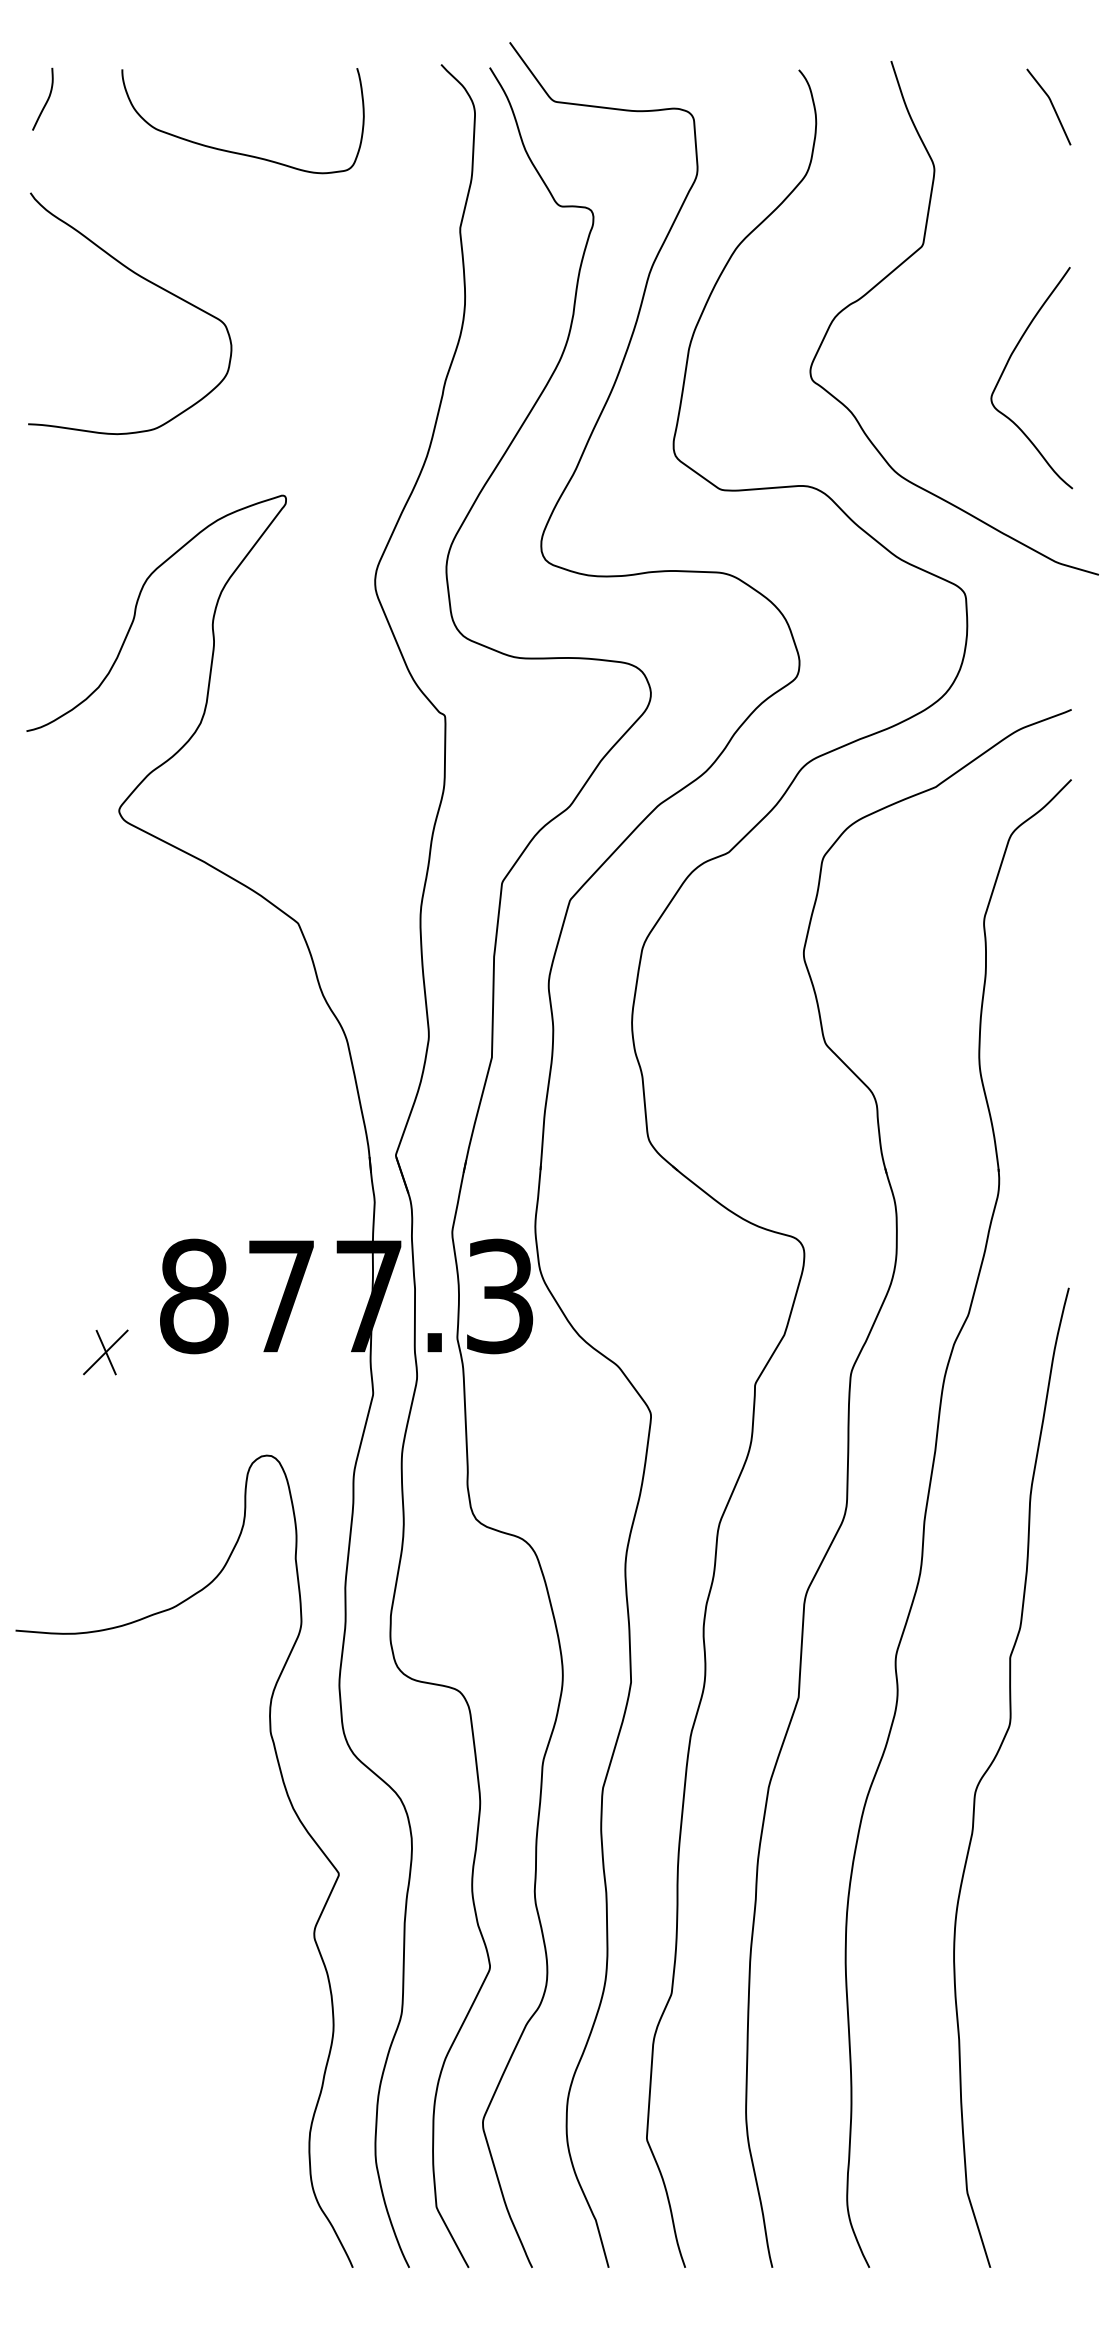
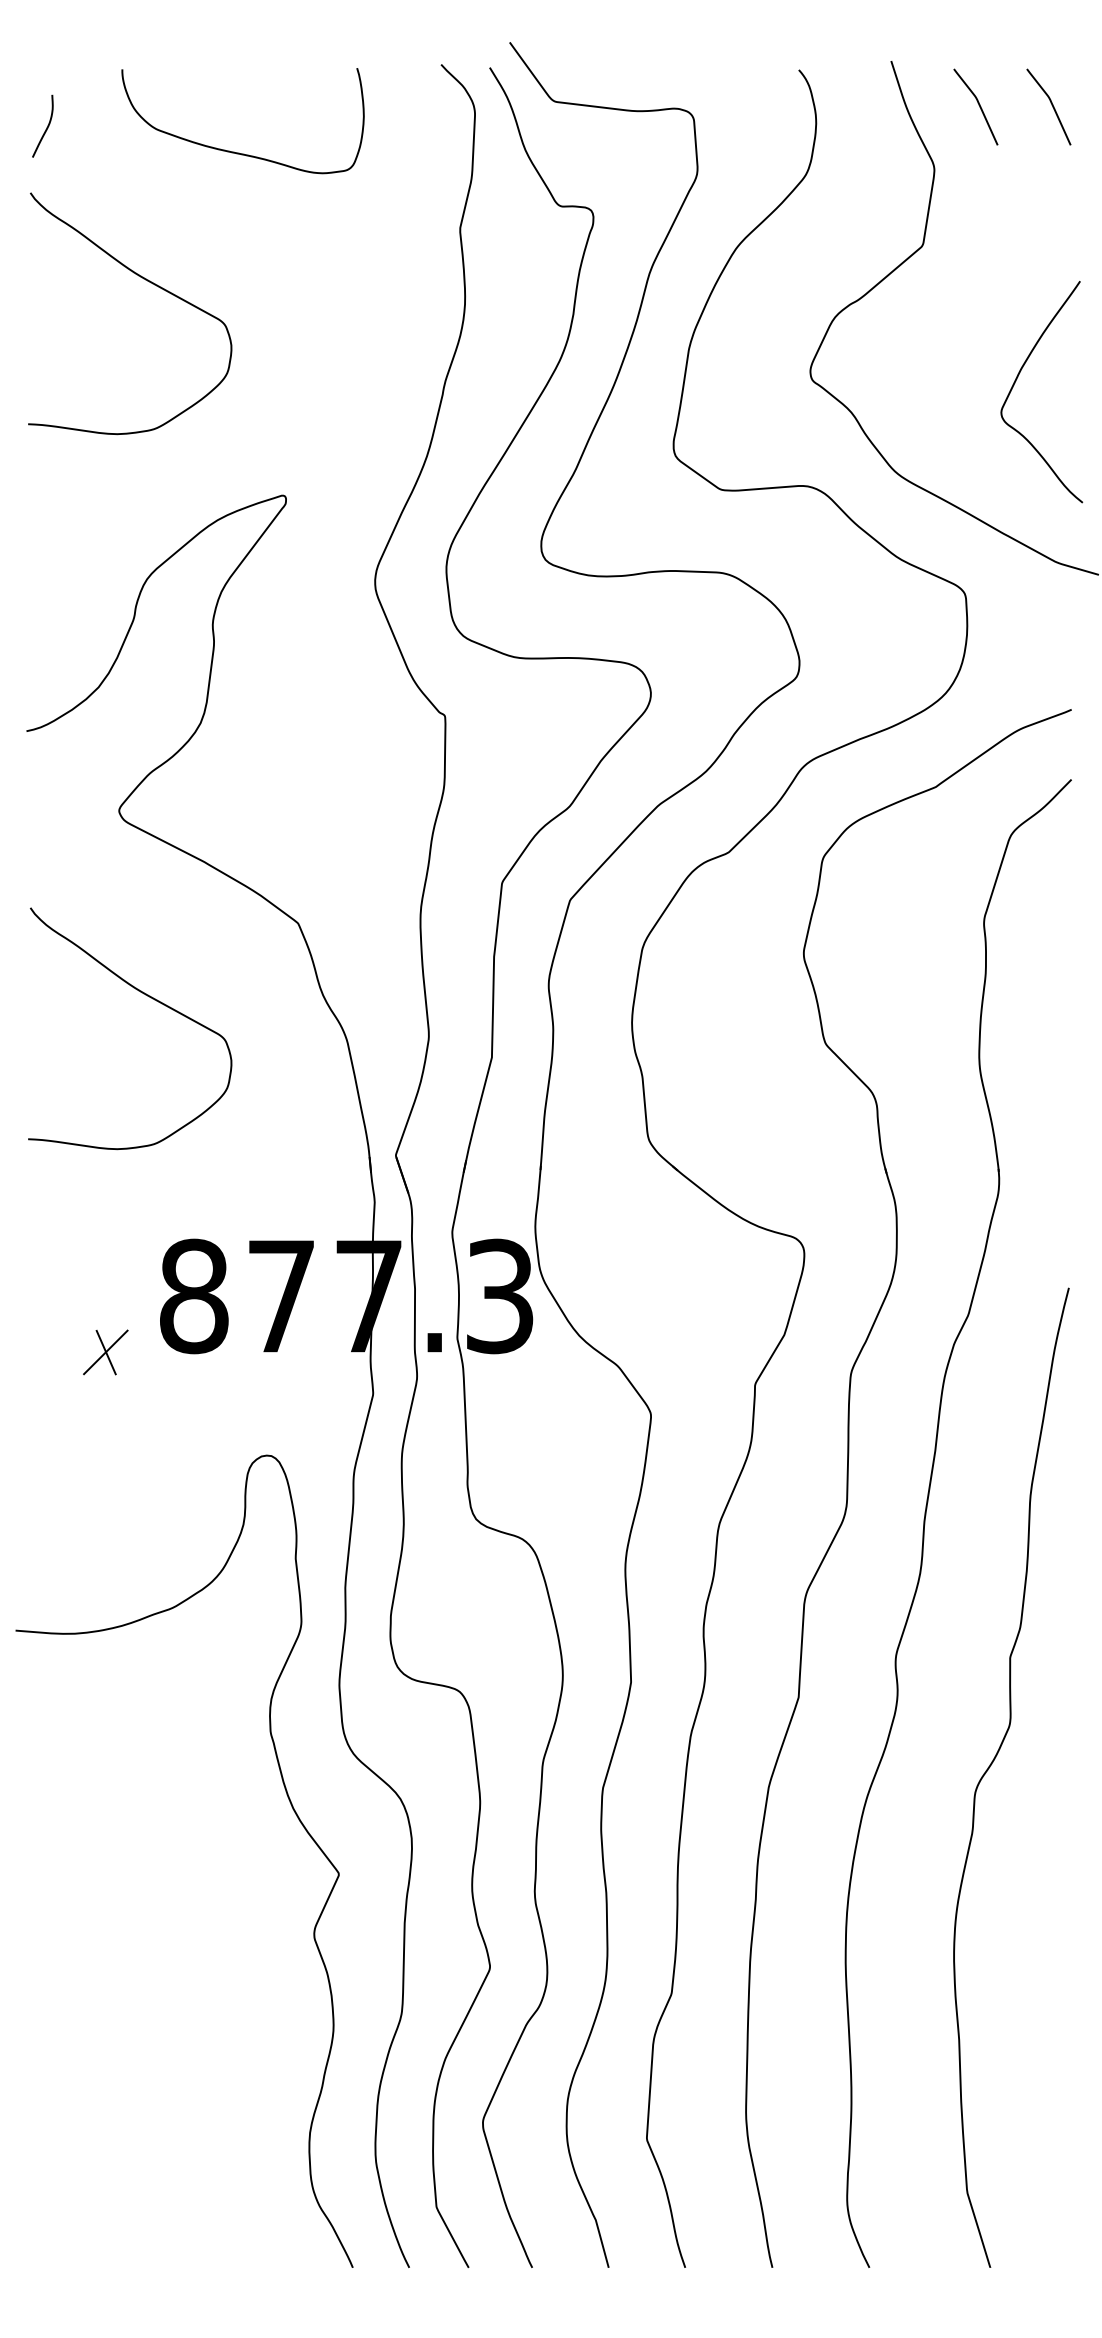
curve at (46, 100) position: (46, 100) -> (46, 127)
curve at (978, 105): none -> present
curve at (1007, 365) position: (1007, 365) -> (1017, 379)
curve at (147, 996): none -> present
